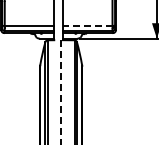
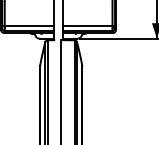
line at (87, 25): dashed -> solid
line at (61, 93): dashed -> solid
